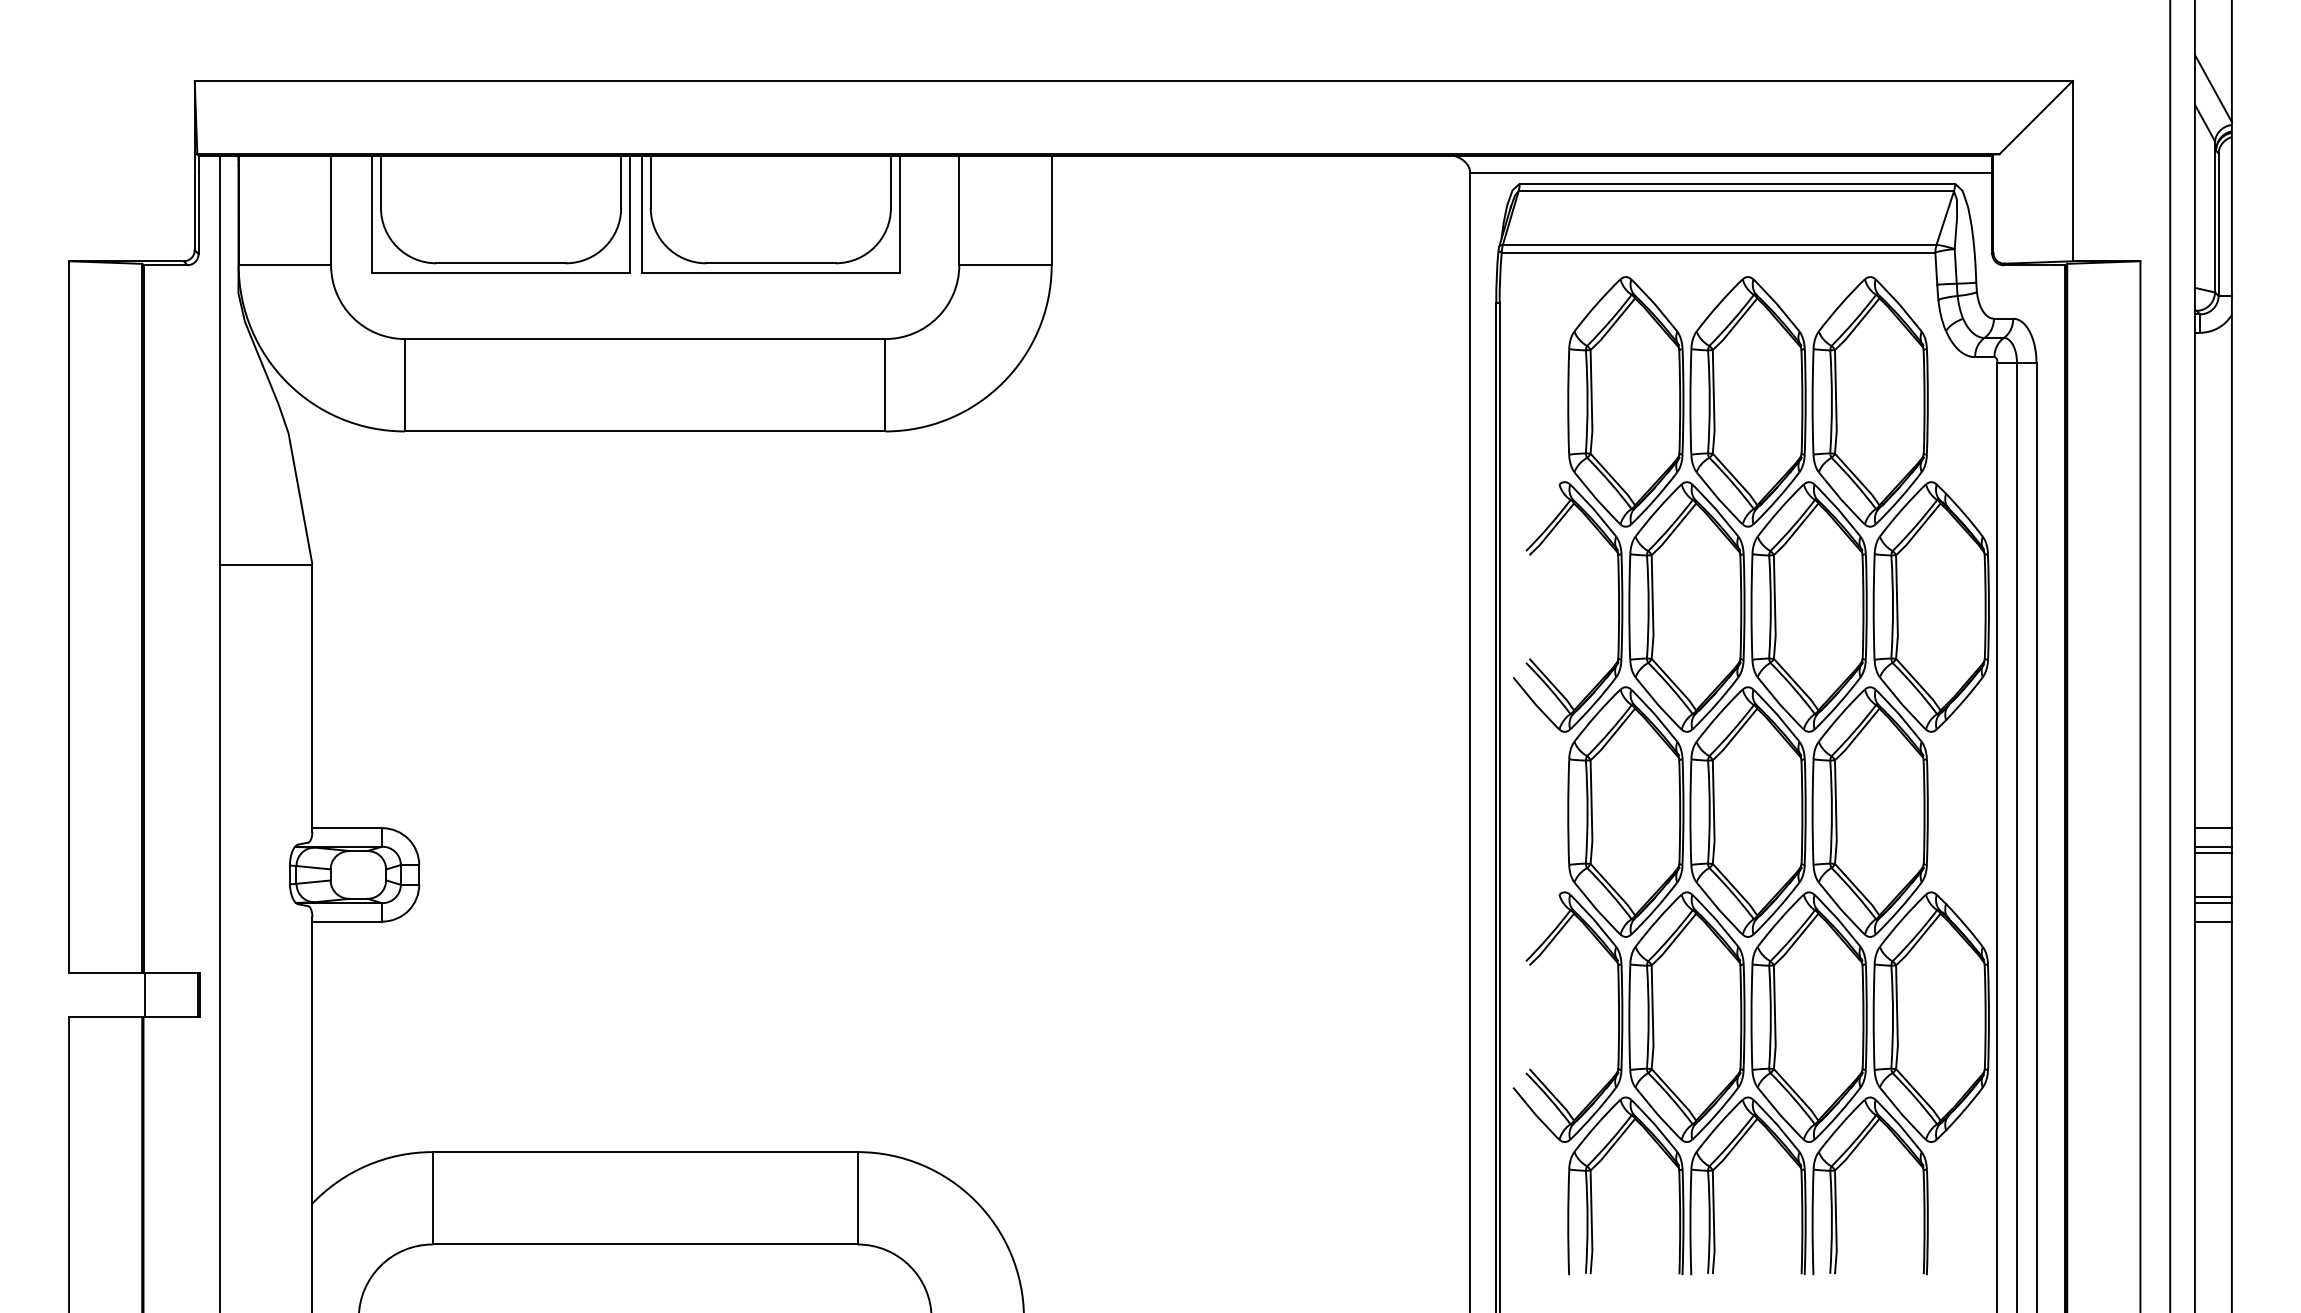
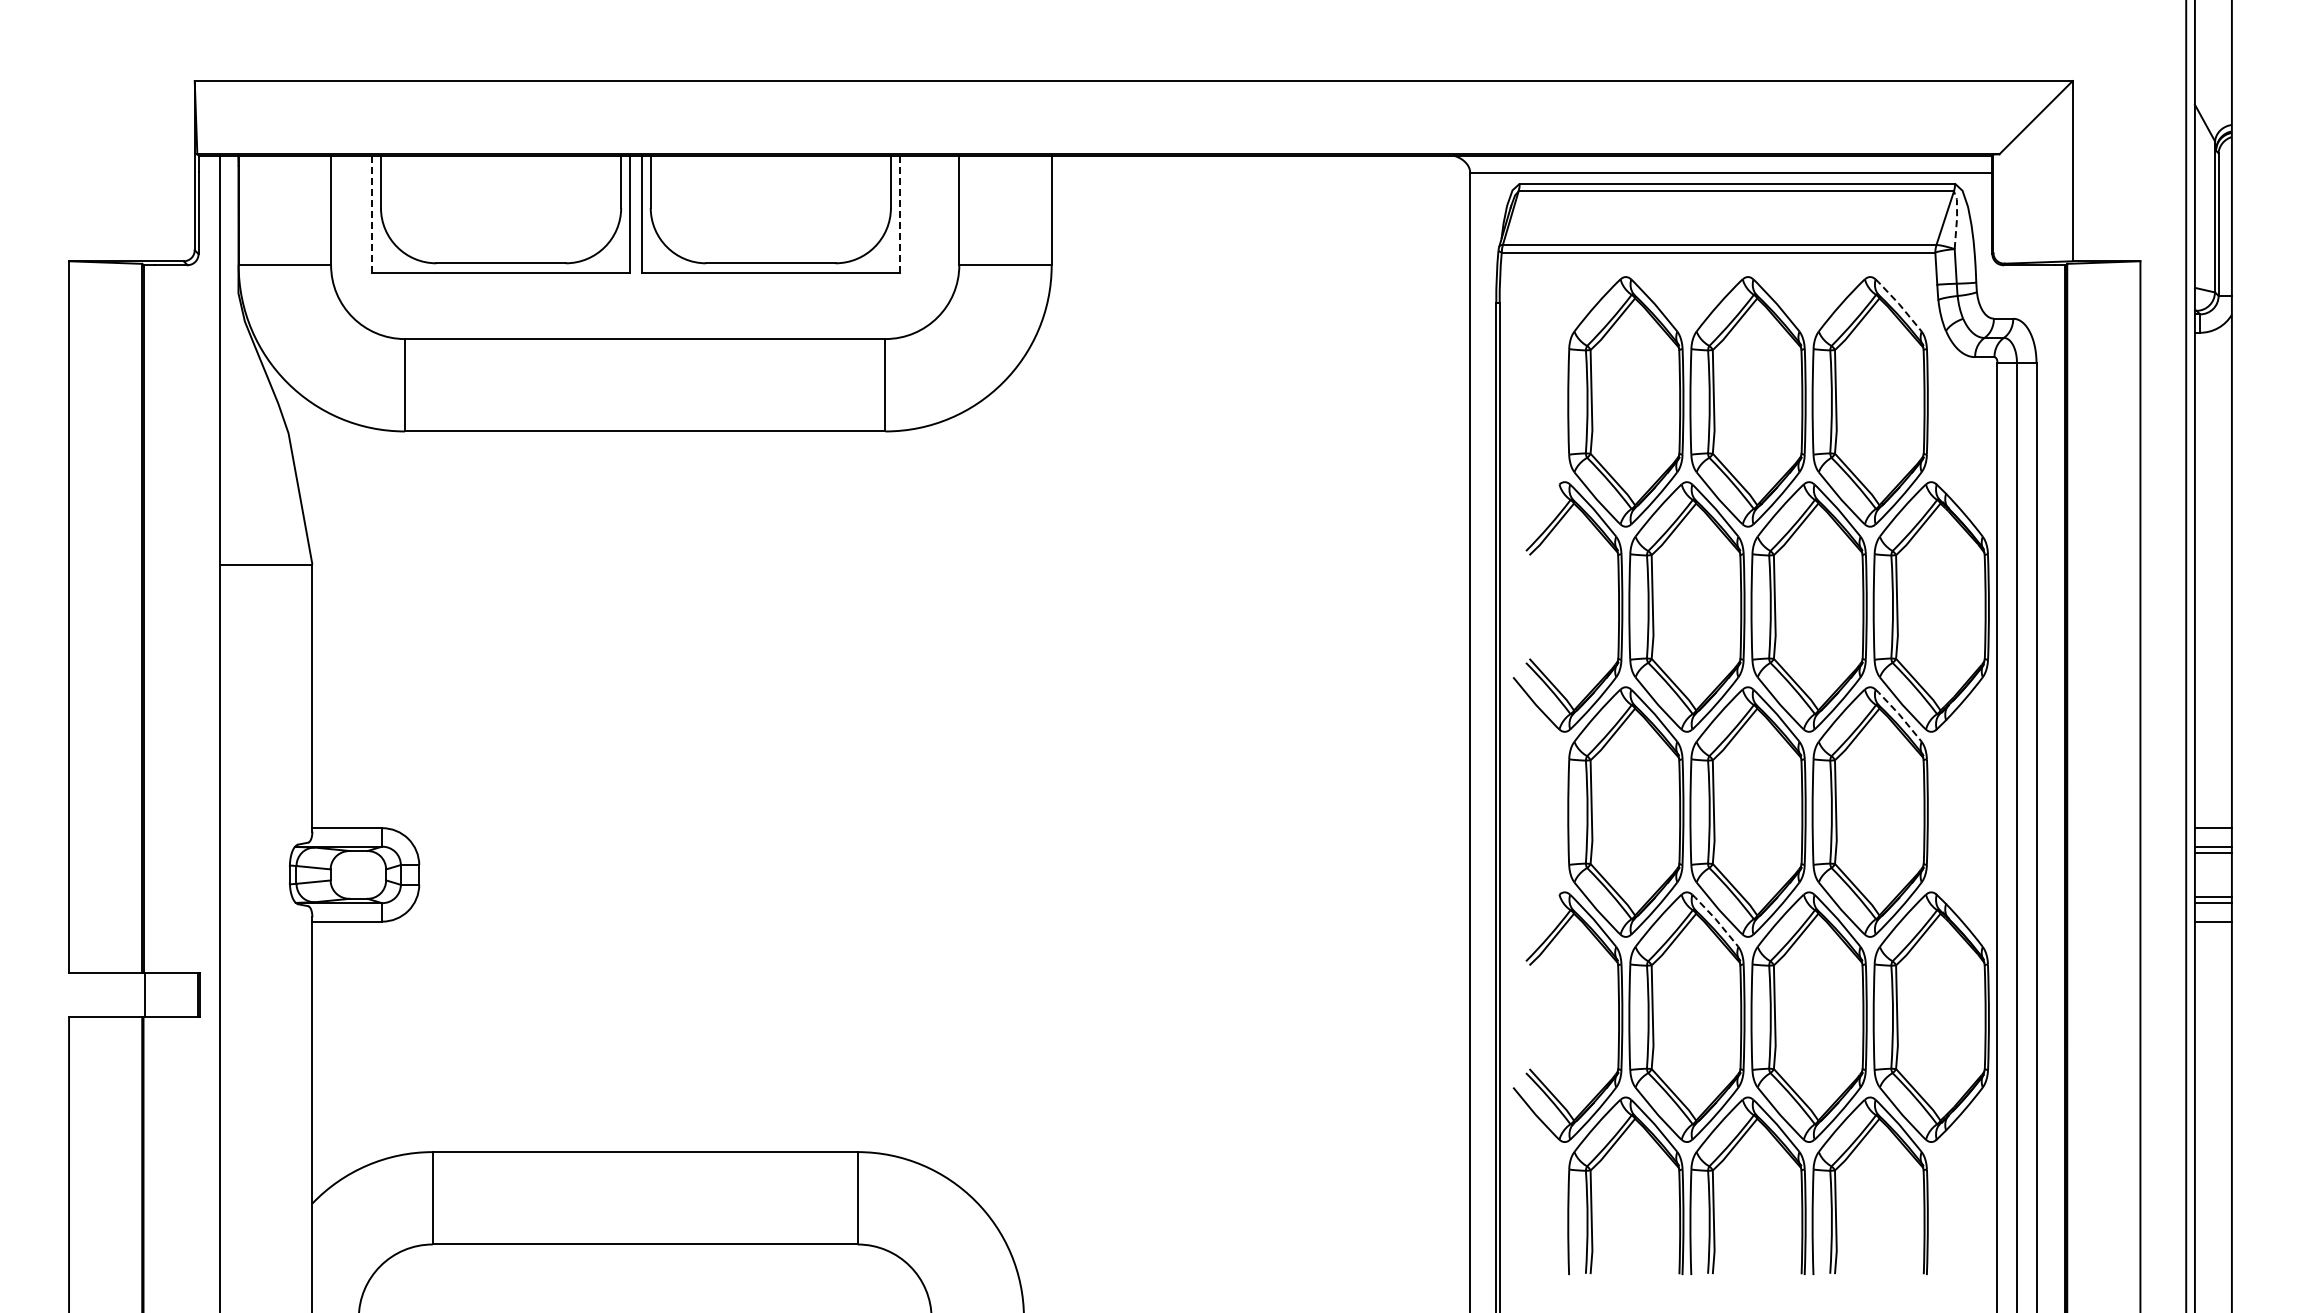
line at (2212, 88): present -> none
line at (371, 214): solid -> dashed
line at (900, 214): solid -> dashed
line at (1957, 218): solid -> dashed
line at (1899, 304): solid -> dashed
line at (2170, 655) position: (2170, 655) -> (2186, 655)
line at (1899, 714): solid -> dashed
line at (1715, 919): solid -> dashed
